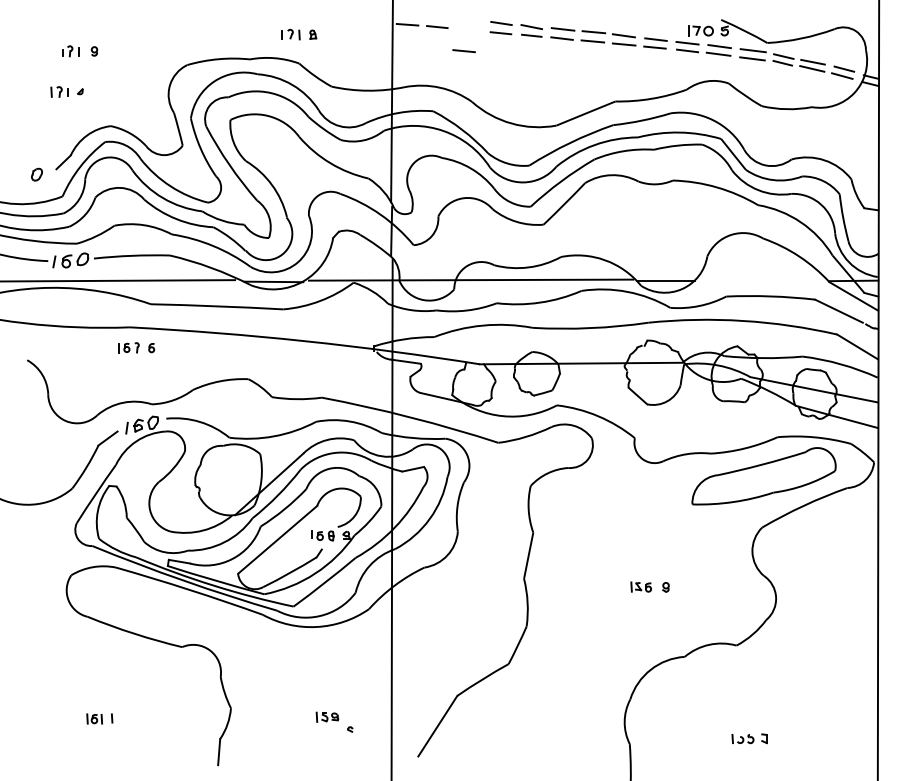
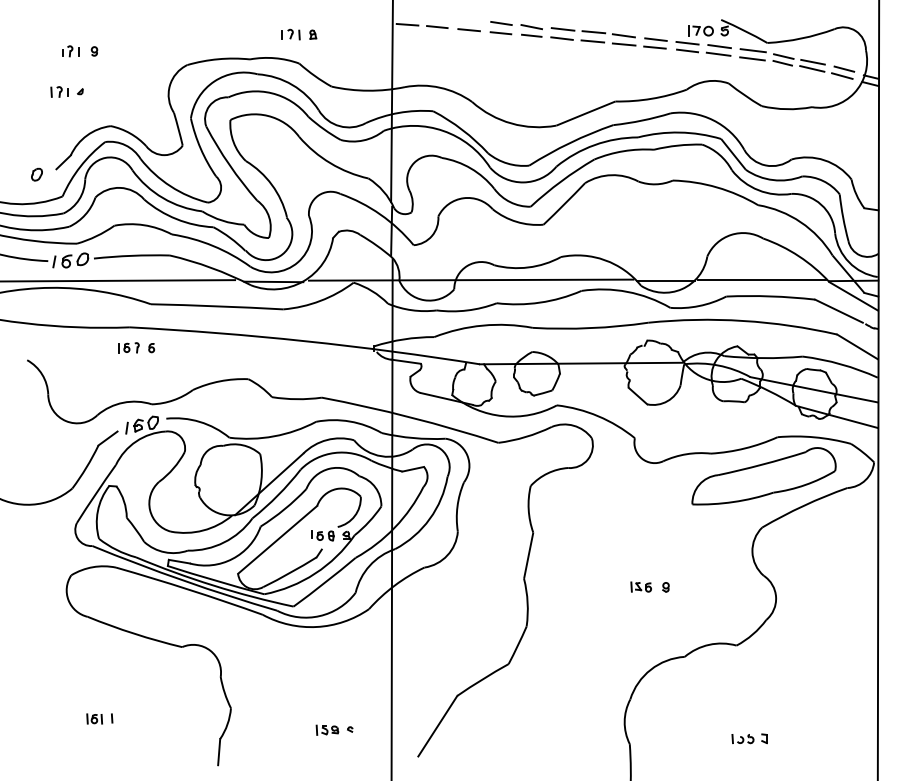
line at (463, 51) position: (463, 51) -> (468, 30)
line at (761, 280): none -> present
part at (327, 716) position: (327, 716) -> (327, 729)
